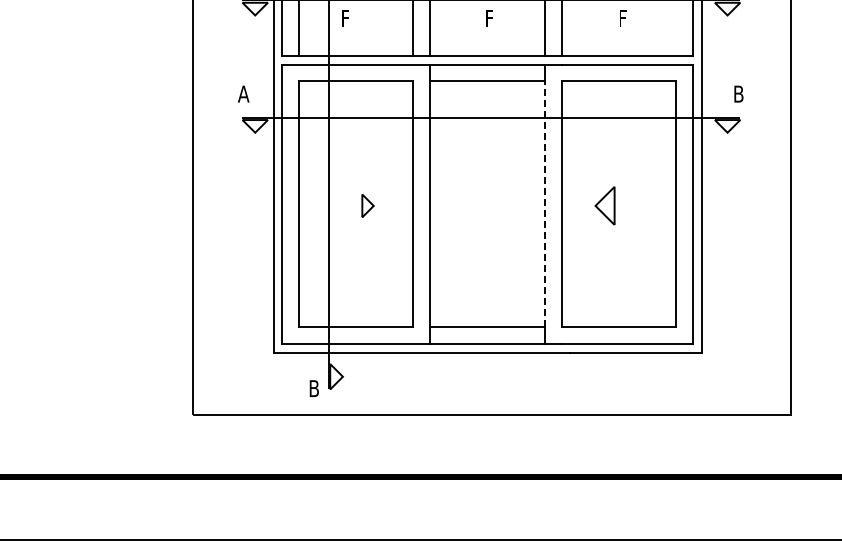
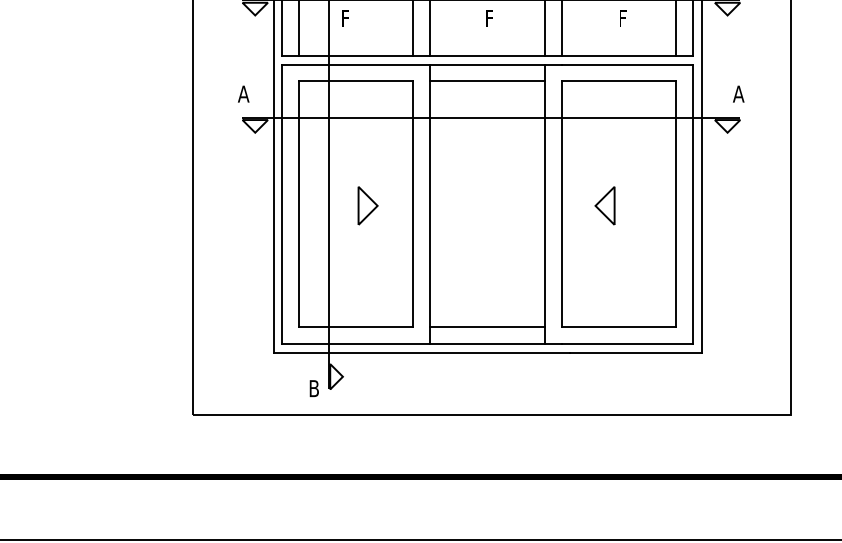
line at (676, 29): none -> present
text at (738, 93): B -> A
line at (544, 204): dashed -> solid
part at (367, 205) size: 14x24 px -> 22x40 px
